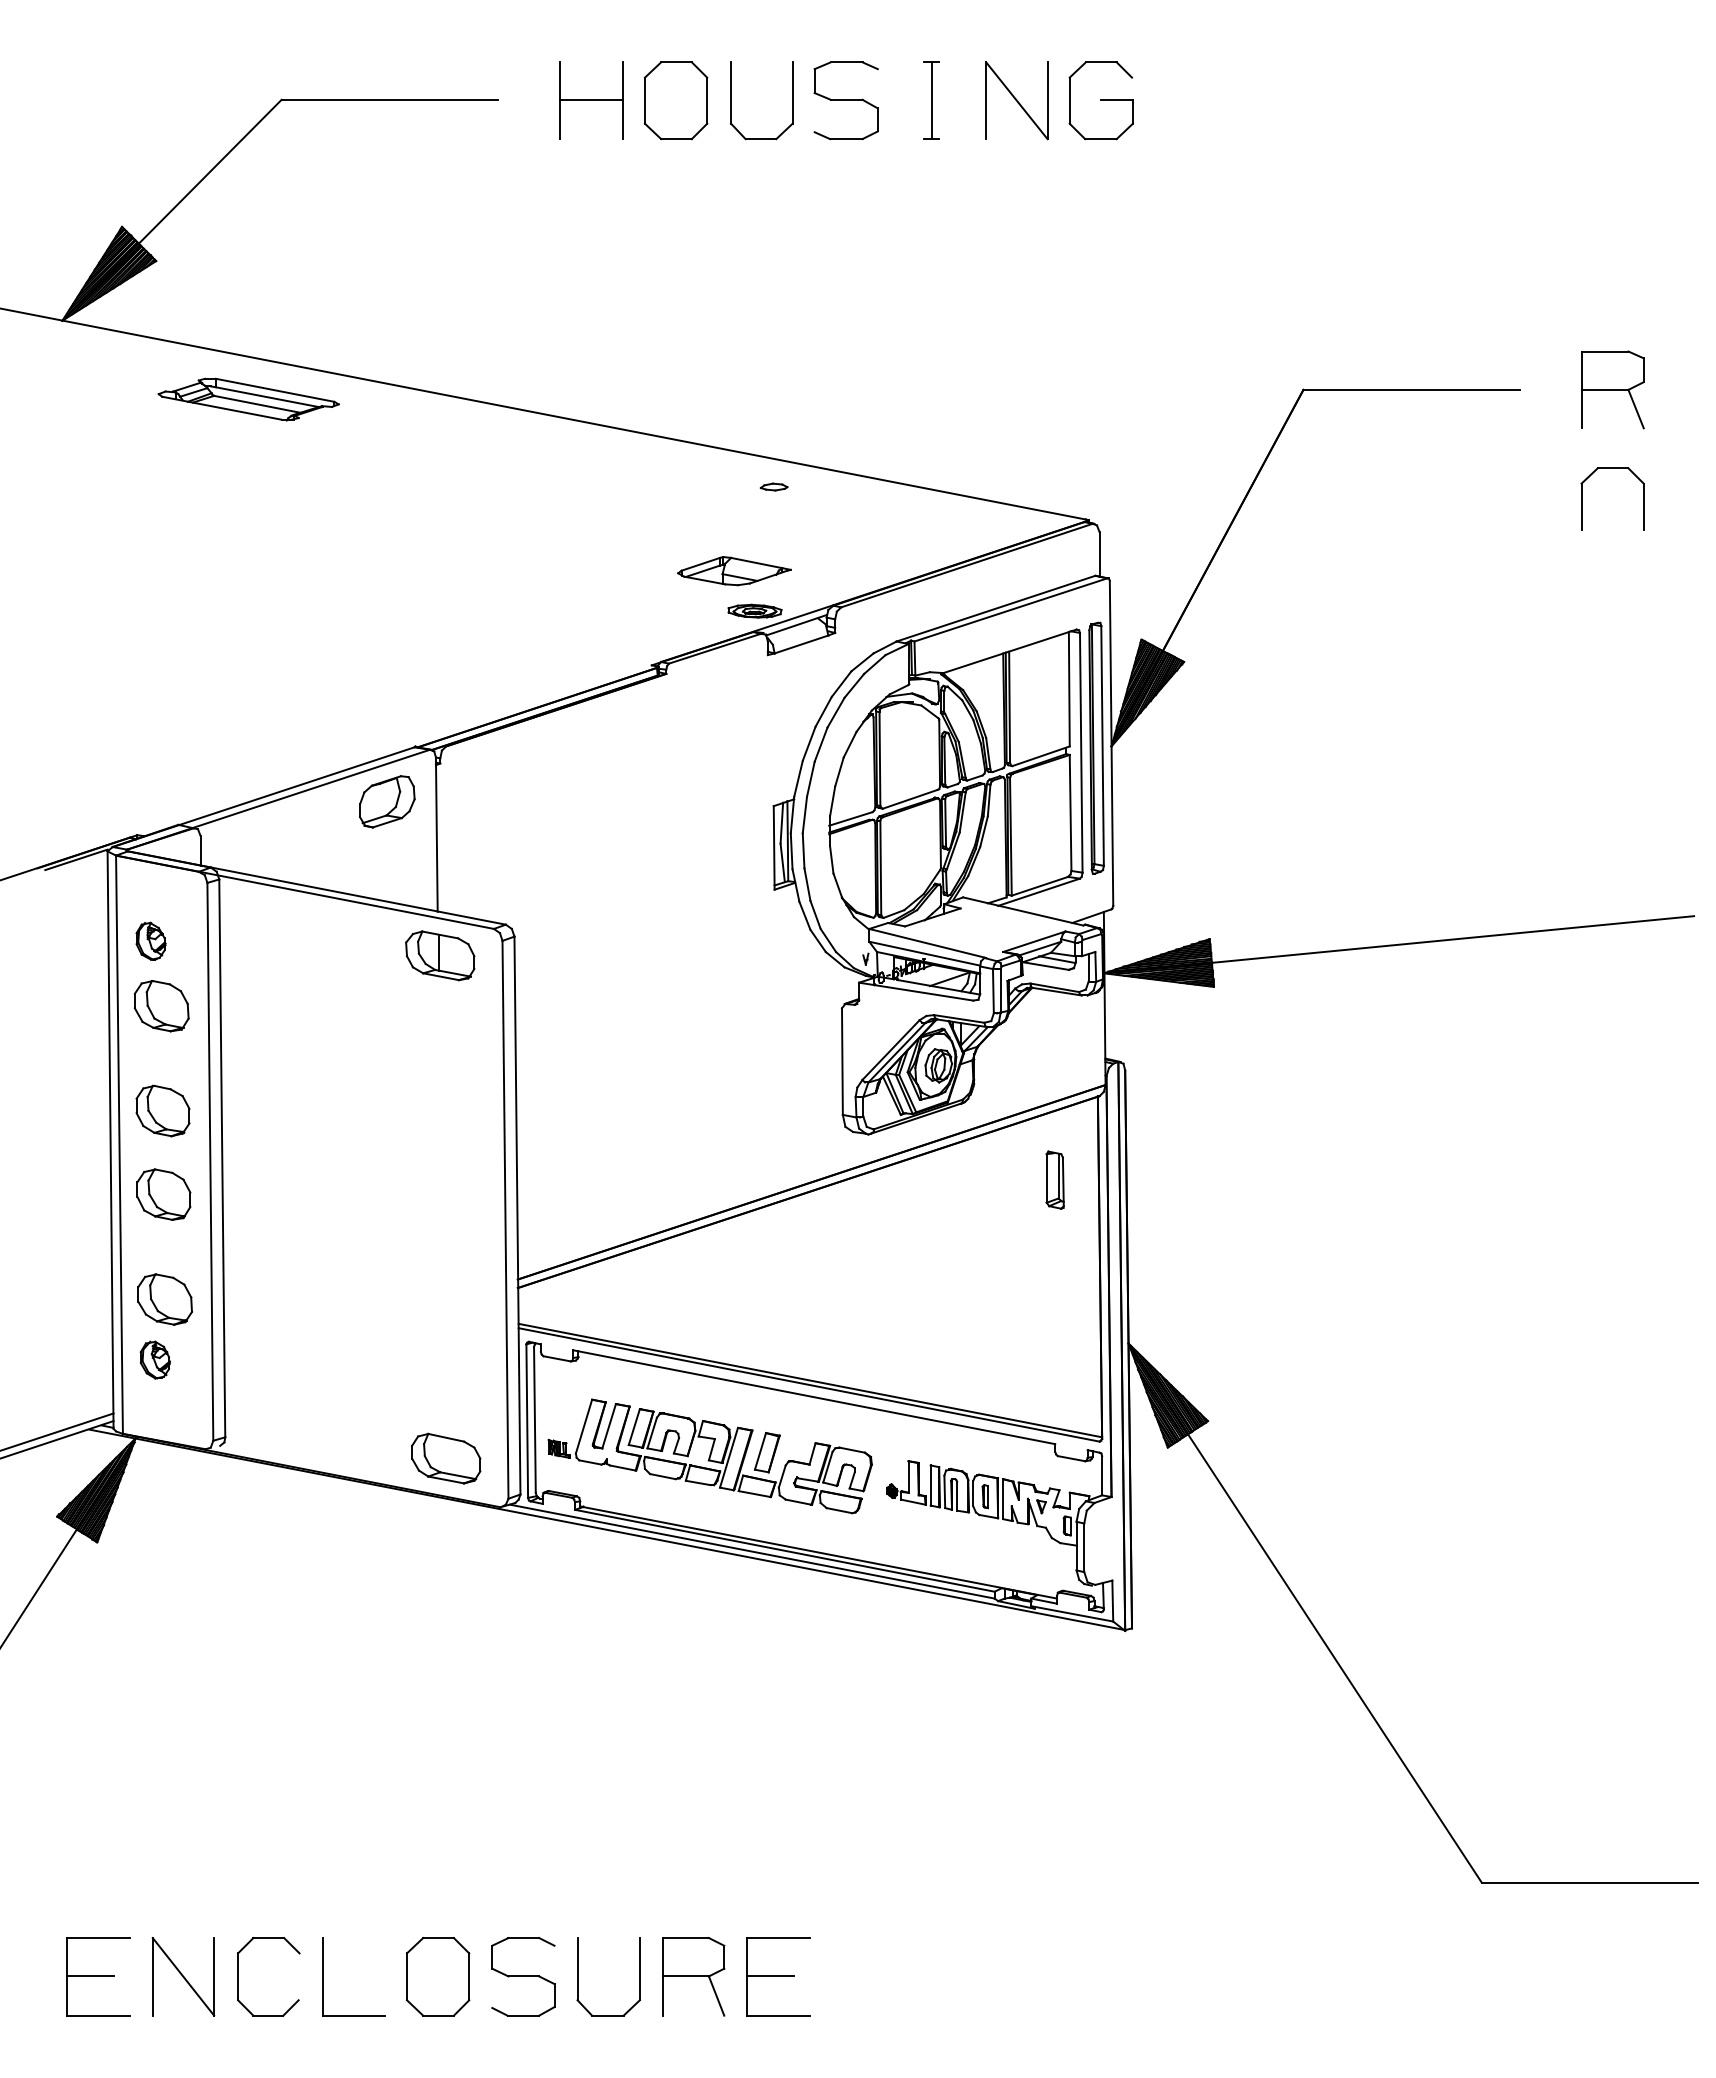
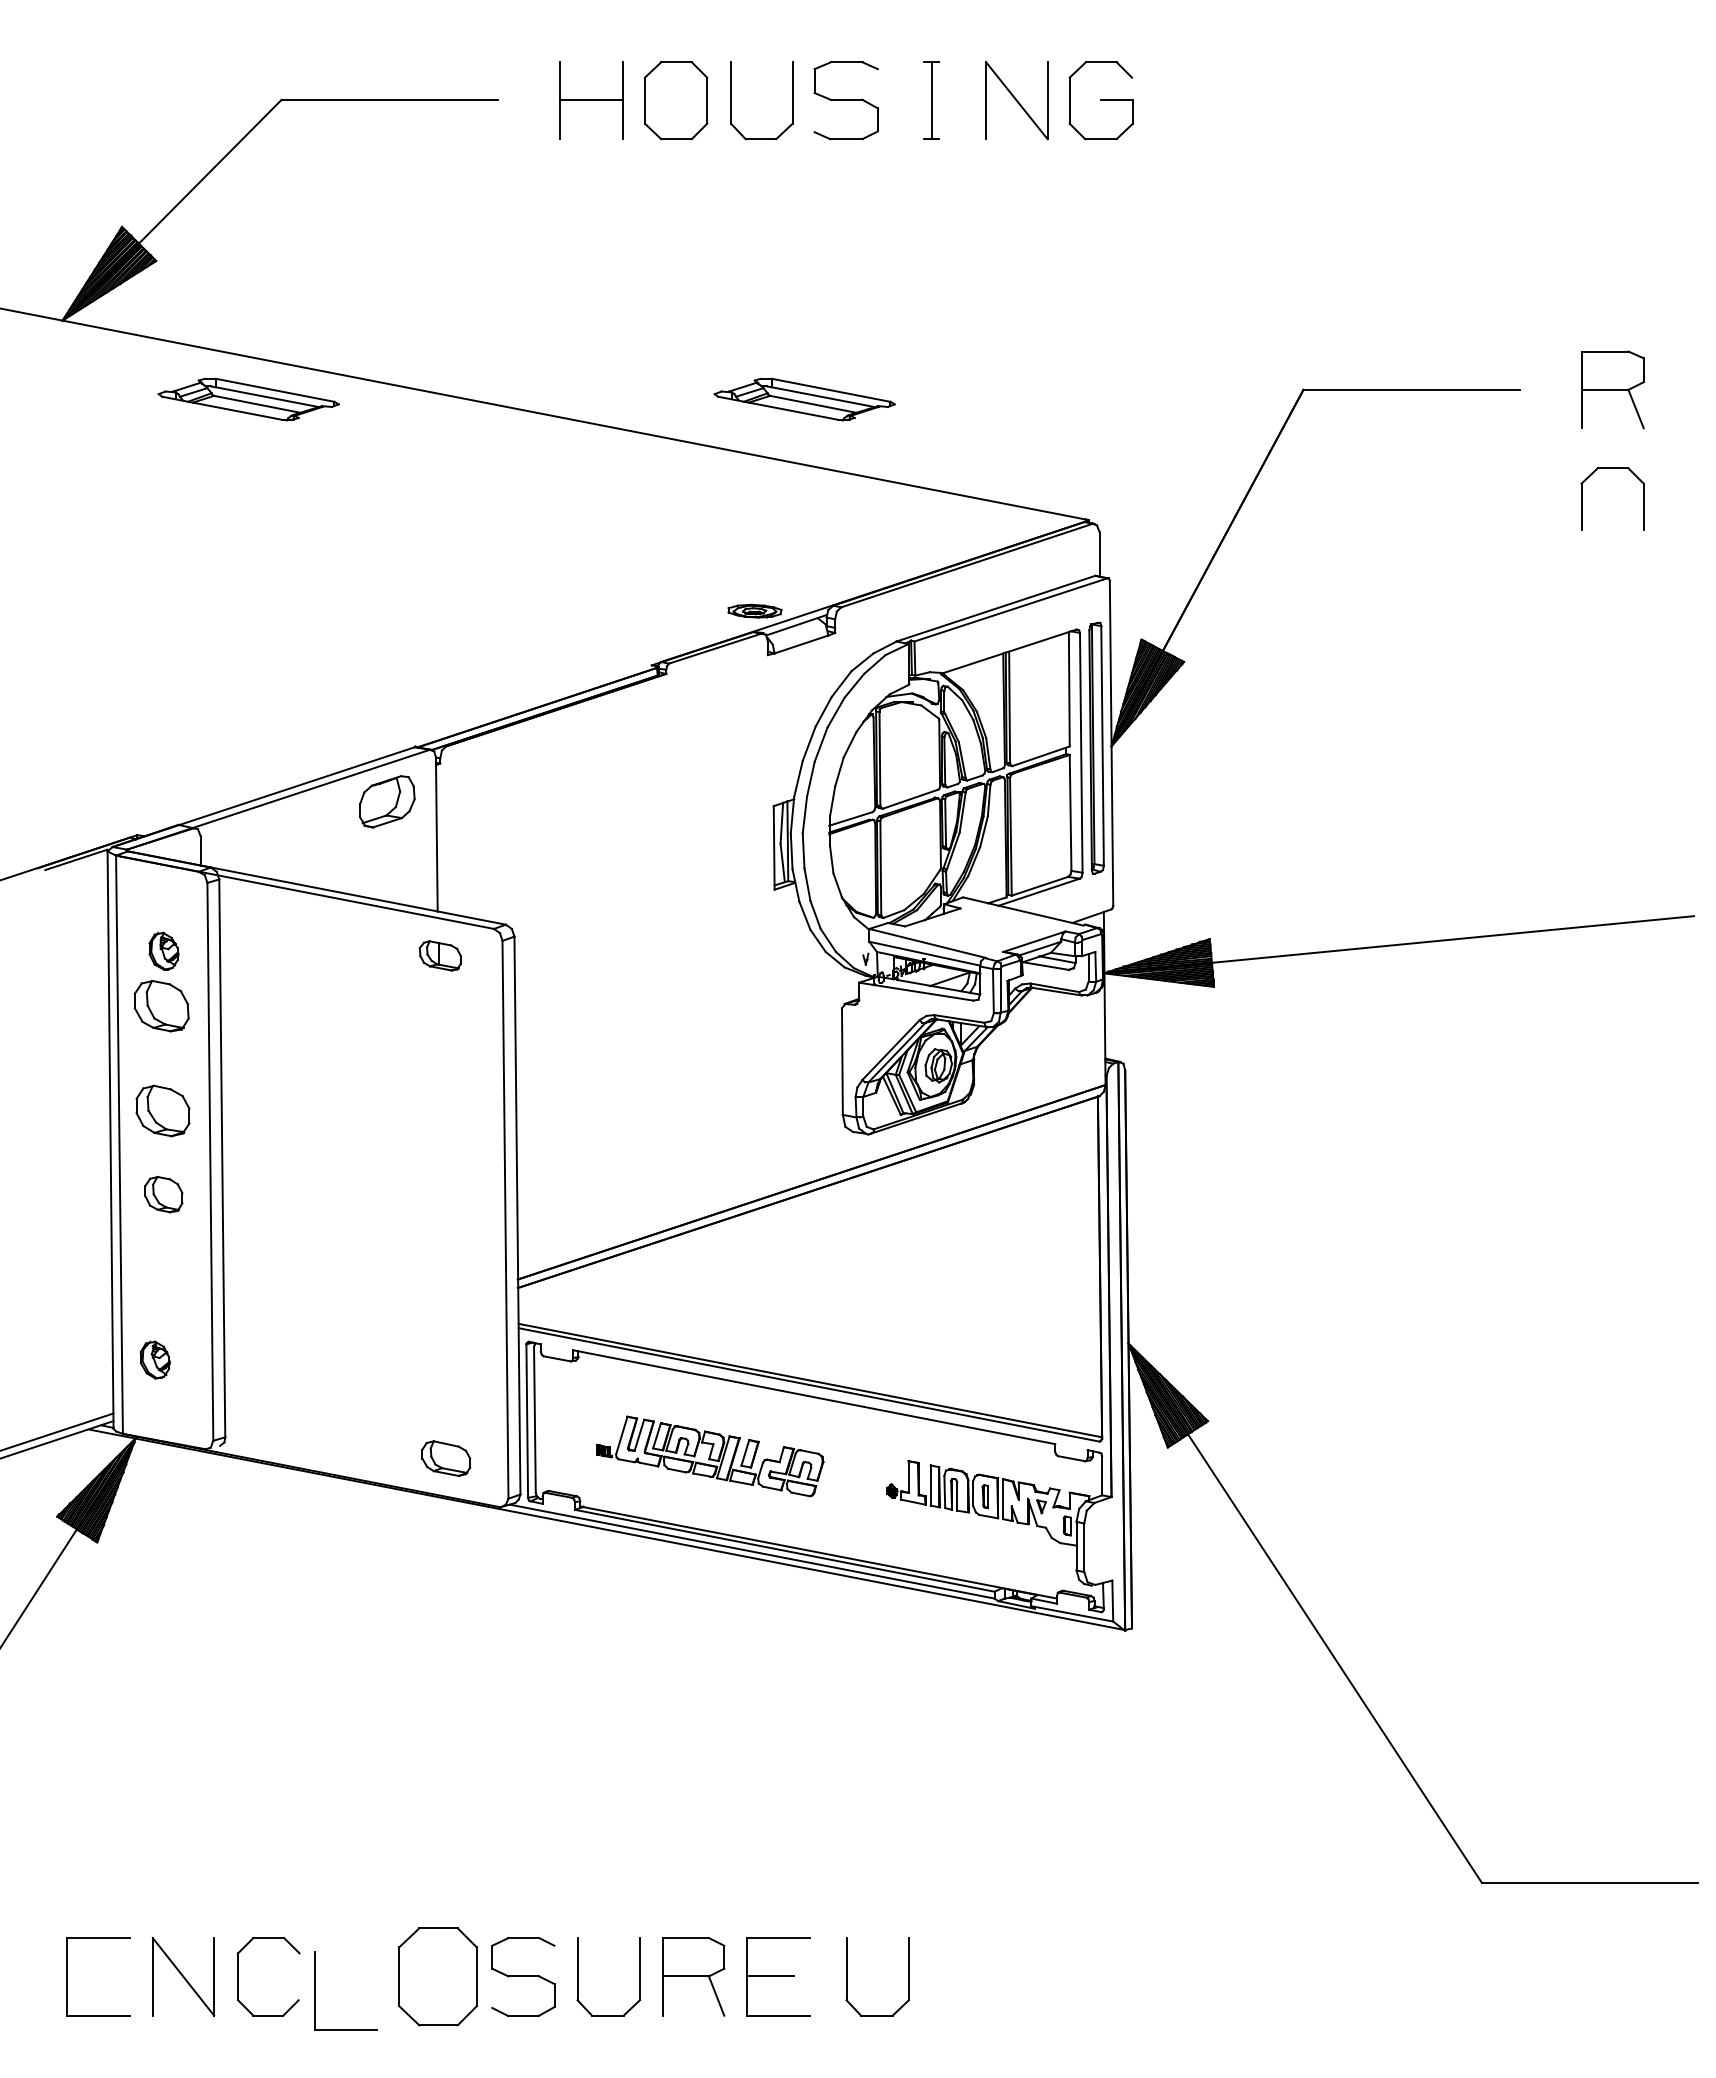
part at (804, 399): none -> present
part at (773, 486): present -> none
part at (734, 571): present -> none
part at (150, 940) position: (150, 940) -> (163, 950)
part at (440, 955) size: 71x52 px -> 44x32 px
part at (1054, 1179): present -> none
part at (163, 1194) size: 56x53 px -> 40x38 px
part at (164, 1299): present -> none
part at (709, 1456) size: 326x117 px -> 229x83 px
part at (446, 1458) size: 71x53 px -> 51x37 px
line at (90, 1976): present -> none
part at (323, 1976) position: (323, 1976) -> (315, 1990)
part at (438, 1976) size: 65x80 px -> 80x100 px
part at (847, 1976): none -> present
